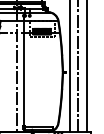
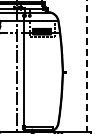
line at (70, 66): present -> none
line at (78, 66): present -> none
line at (86, 66): solid -> dashed
